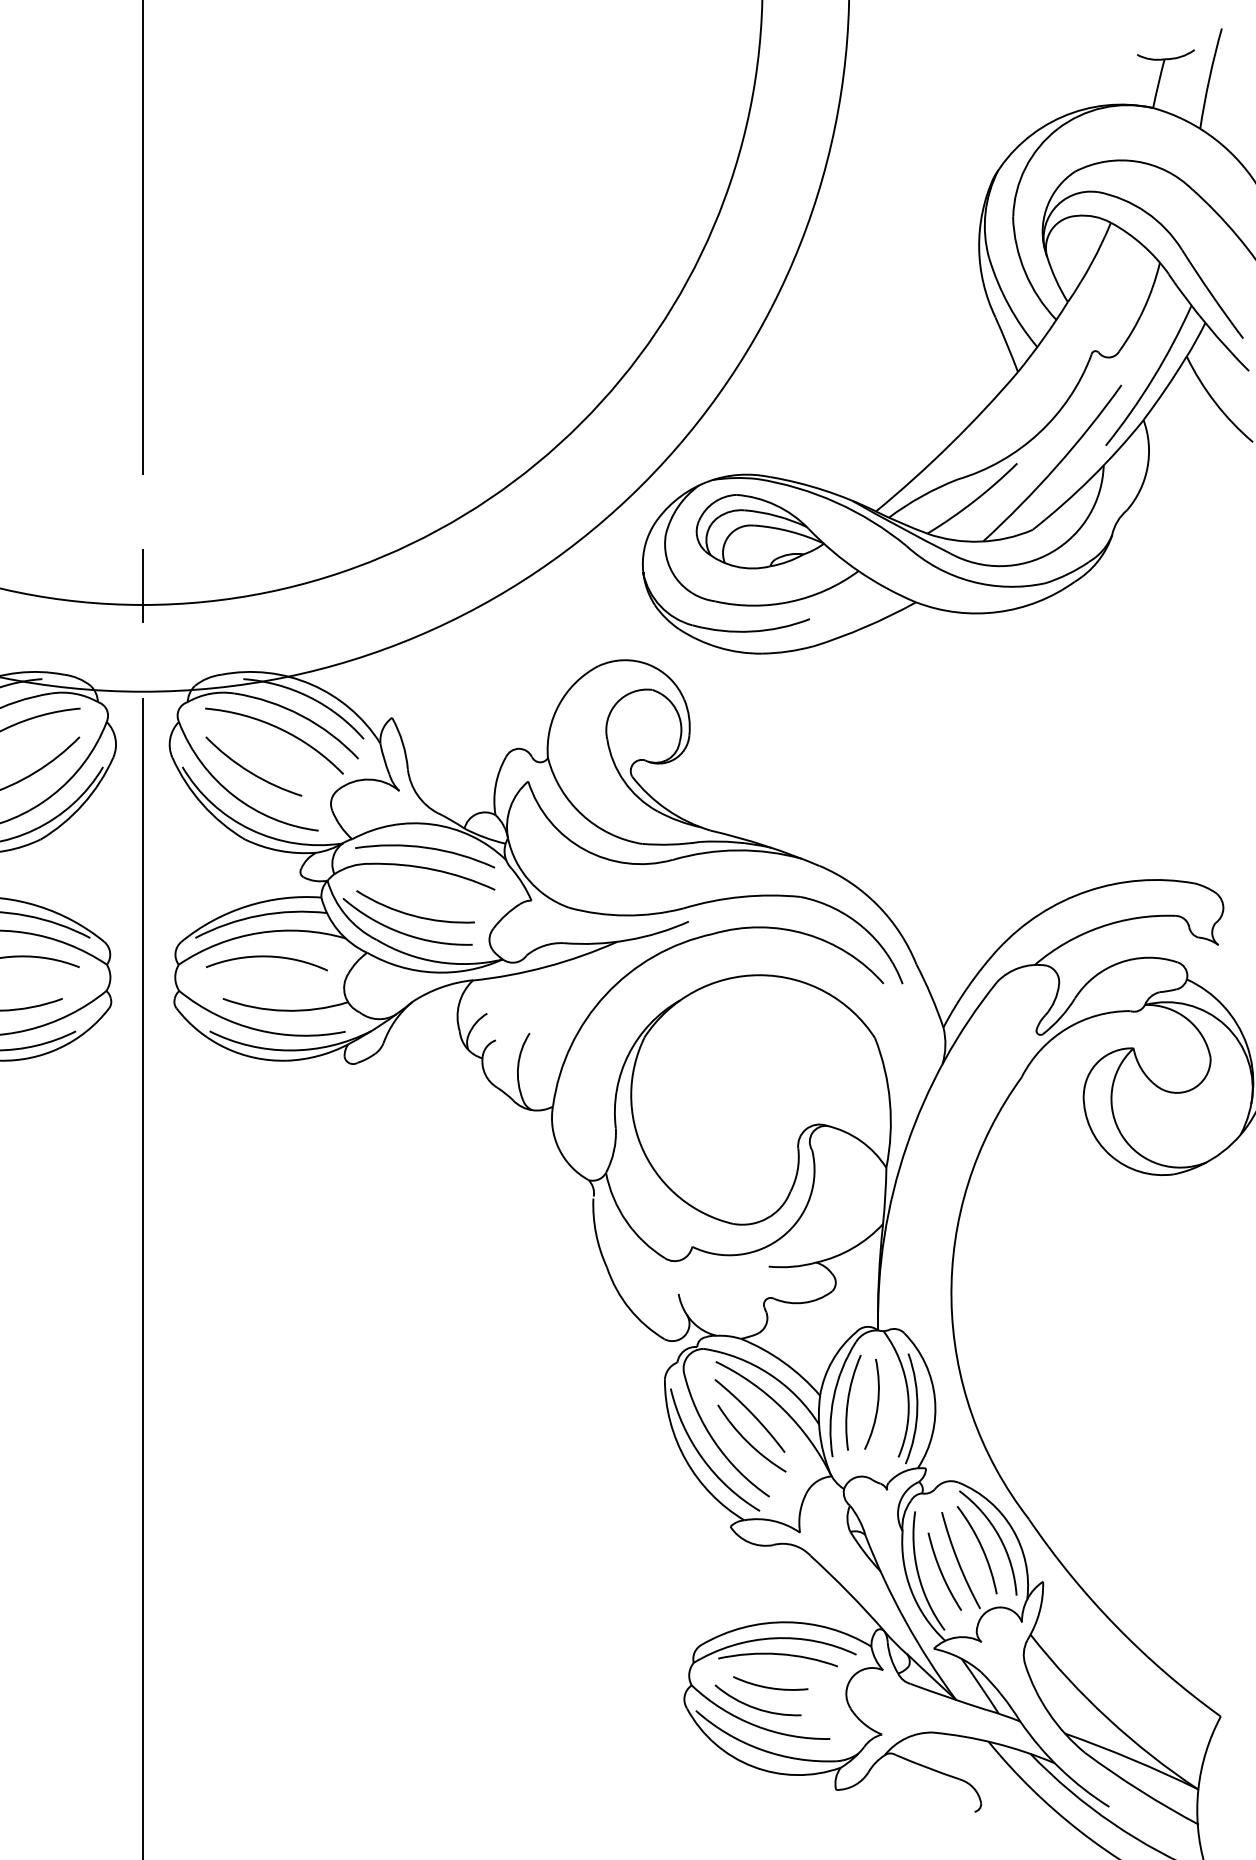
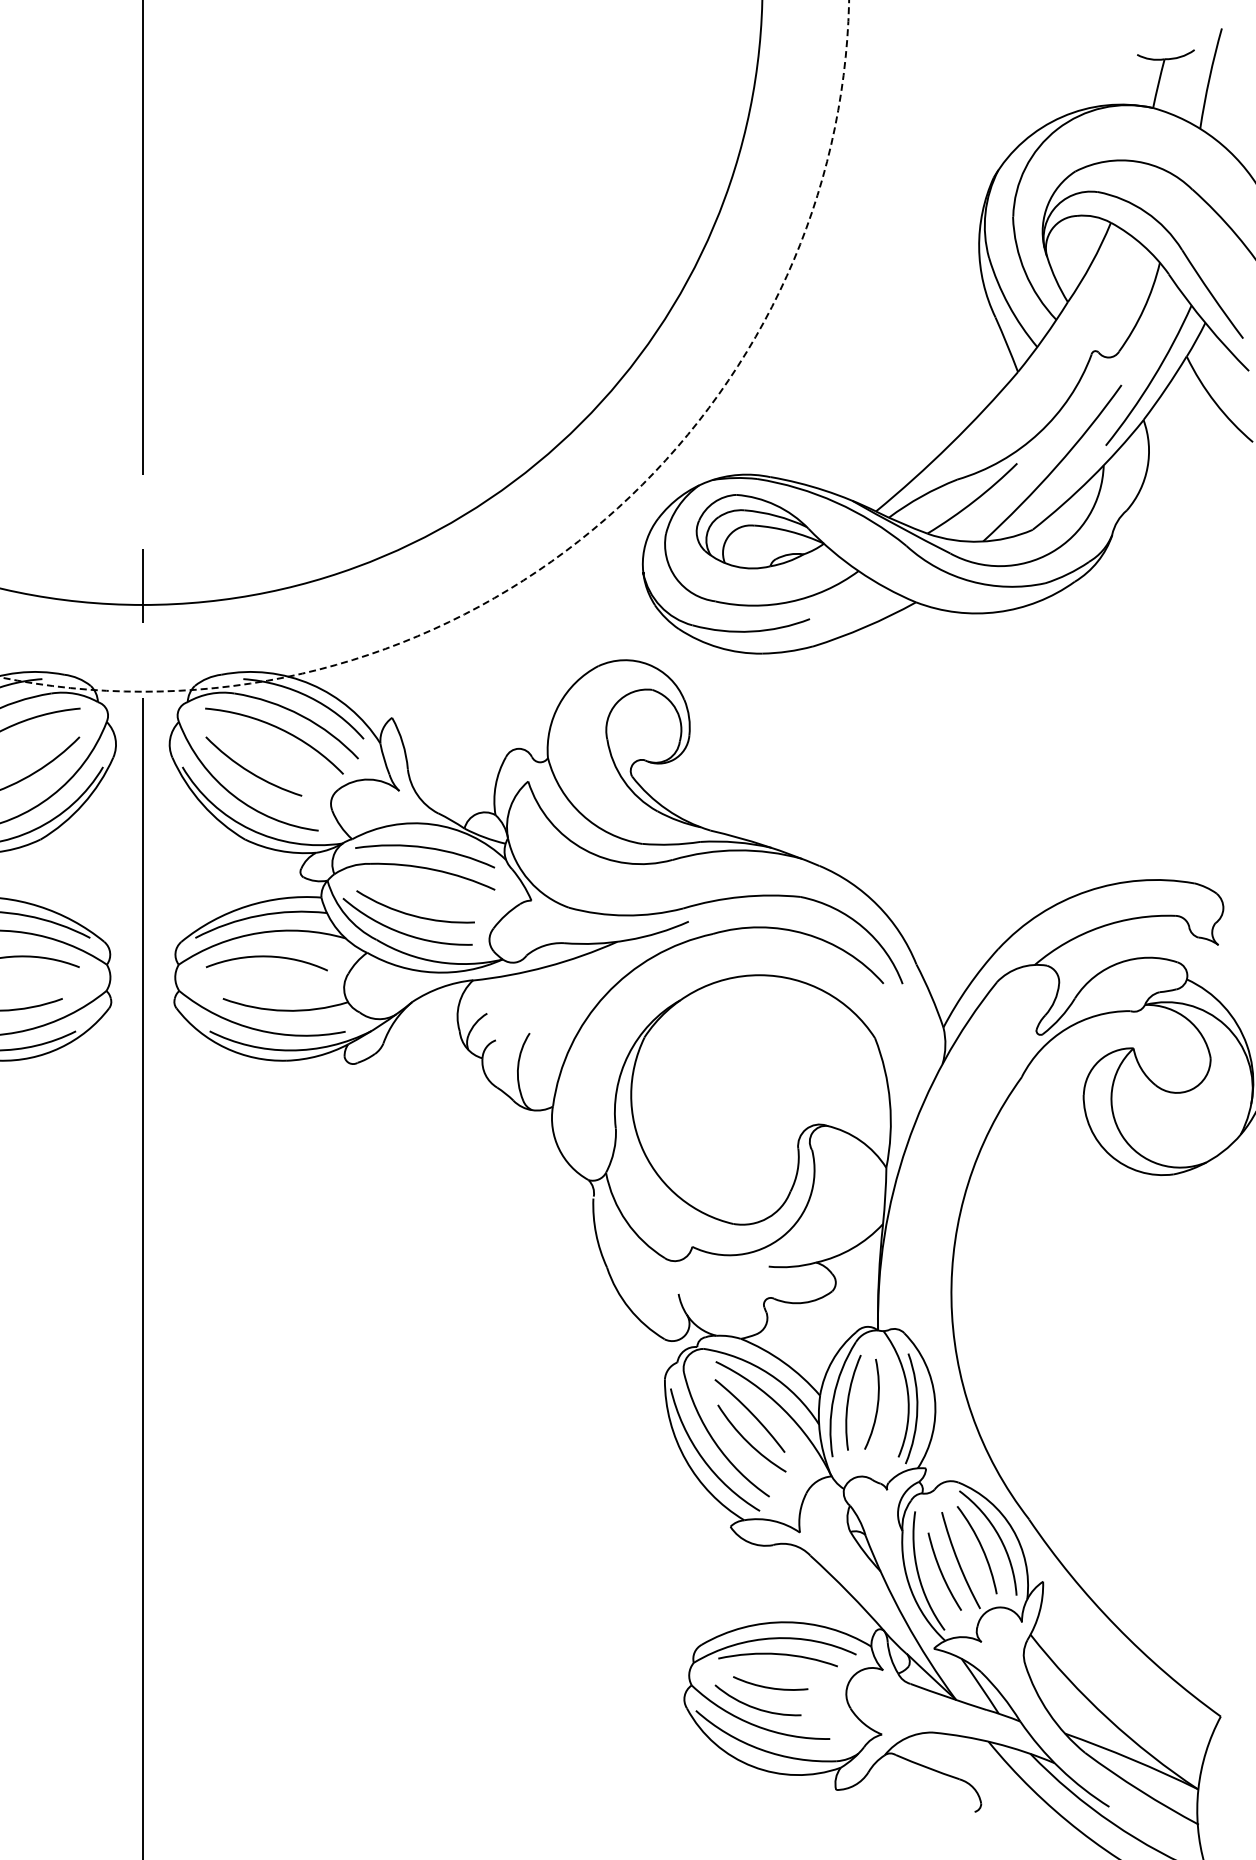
circle at (424, 345): solid -> dashed
